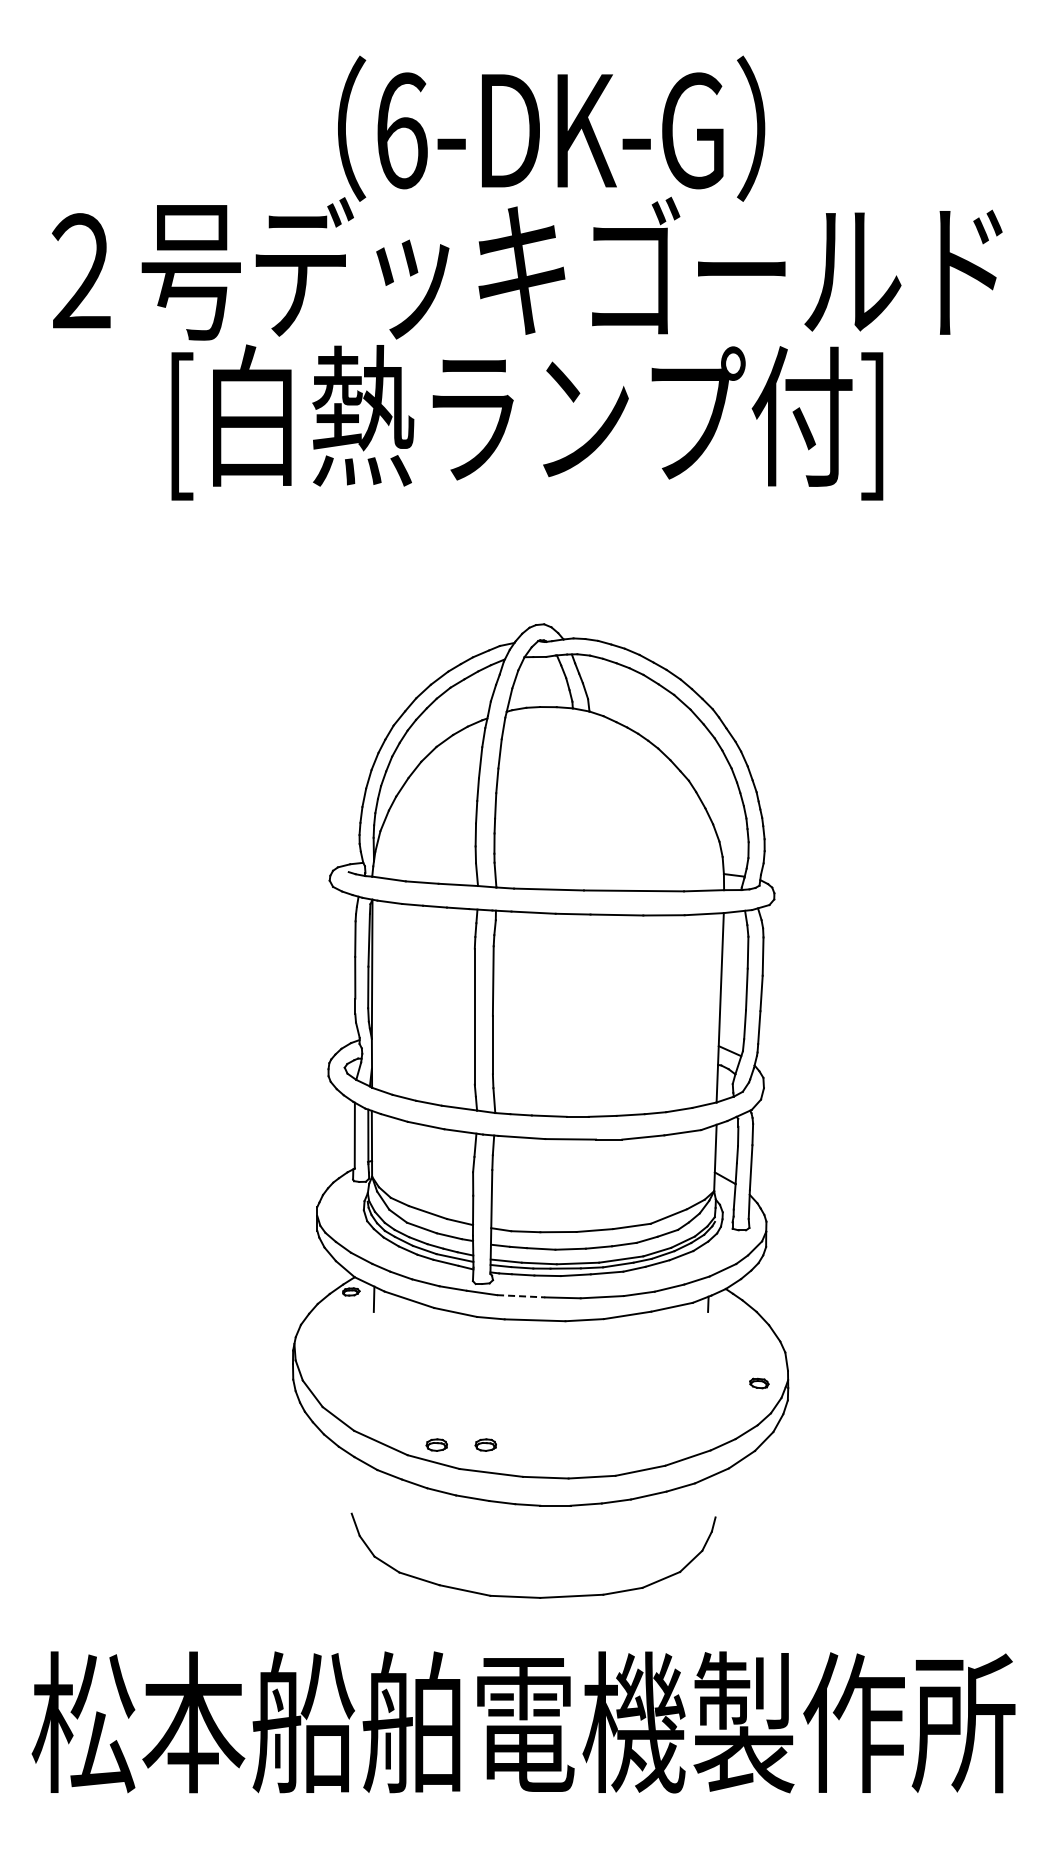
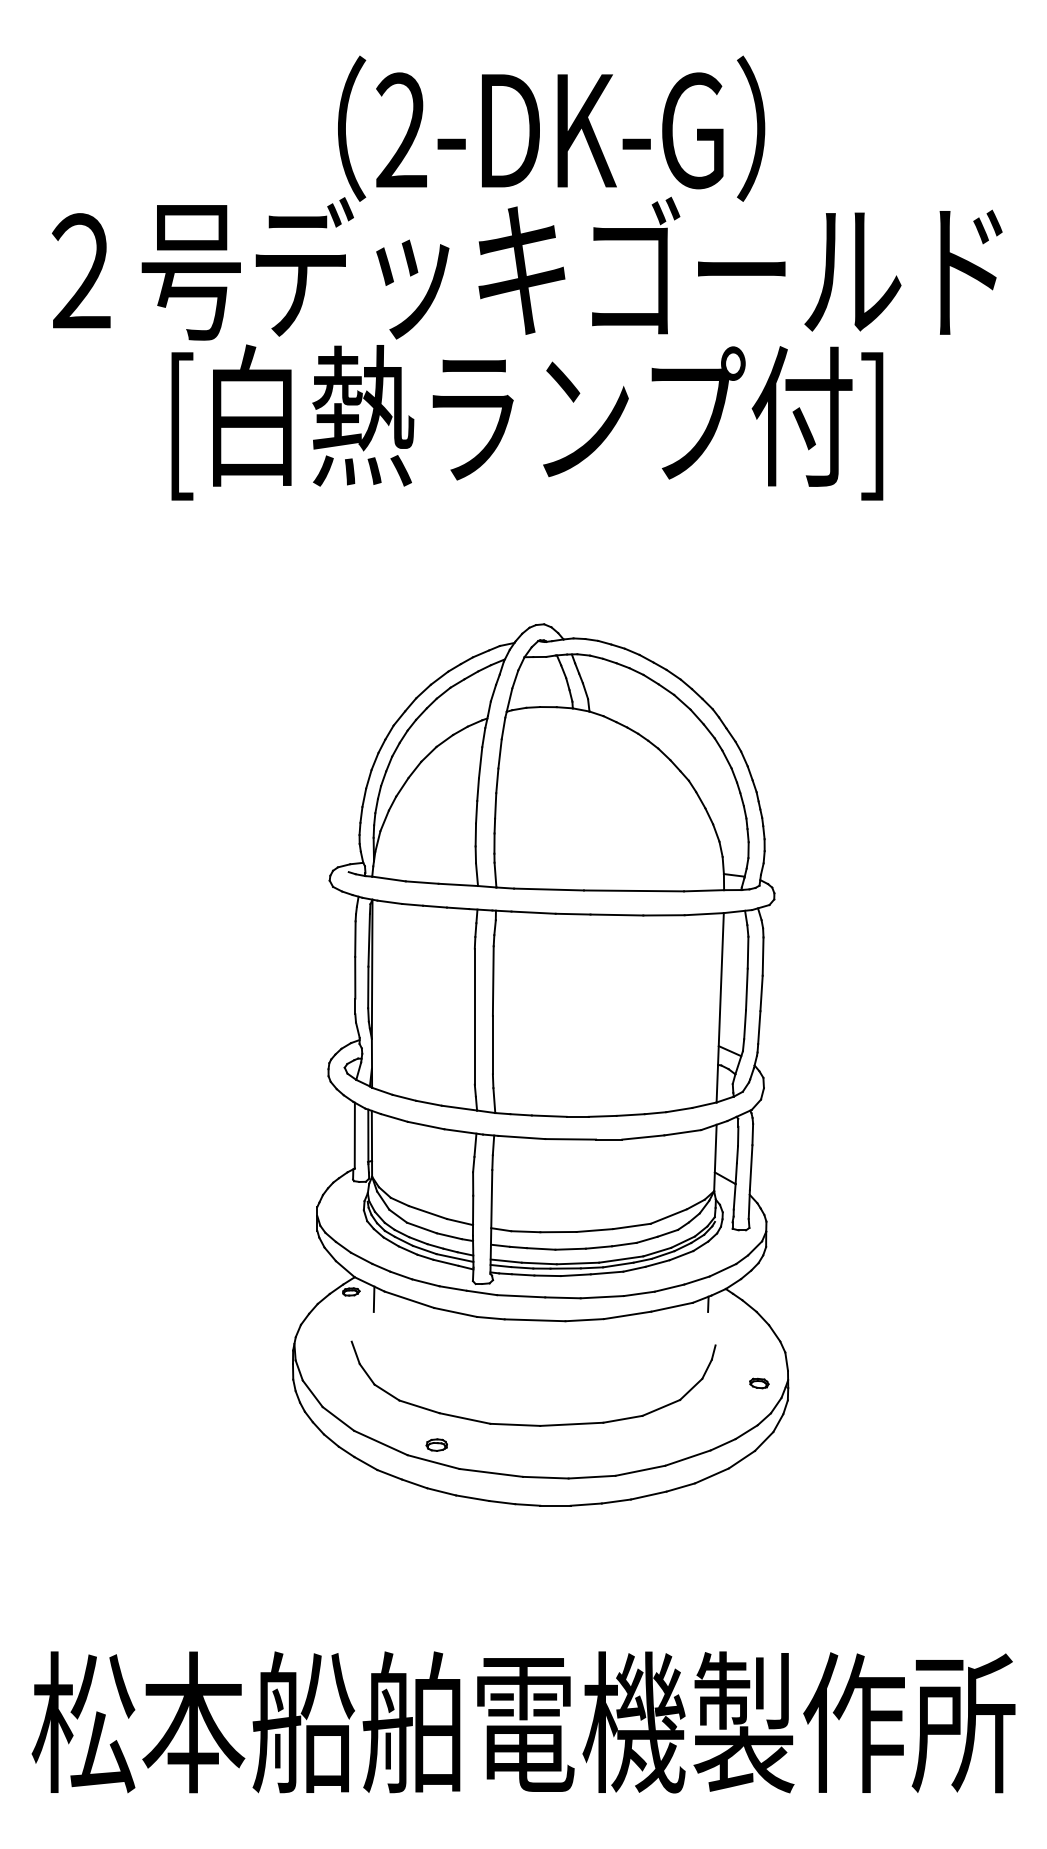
text at (401, 130): 6-DK-G -> 2-DK-G
line at (521, 1296): dashed -> solid
part at (485, 1444): present -> none
part at (533, 1596) position: (533, 1596) -> (533, 1424)
